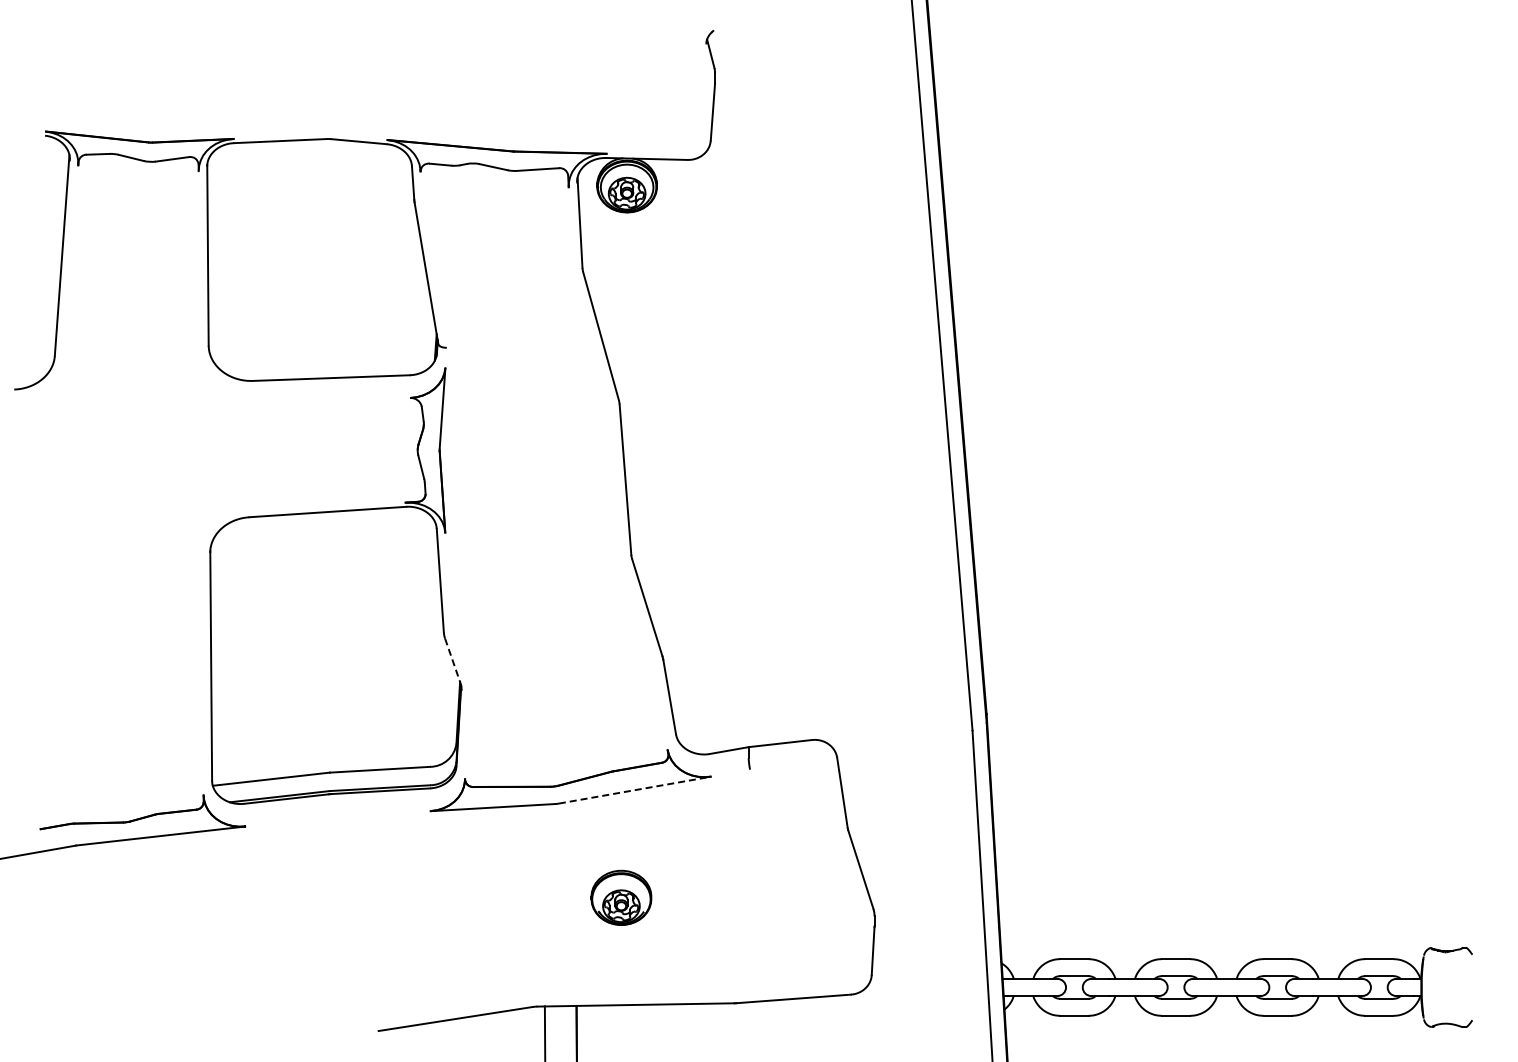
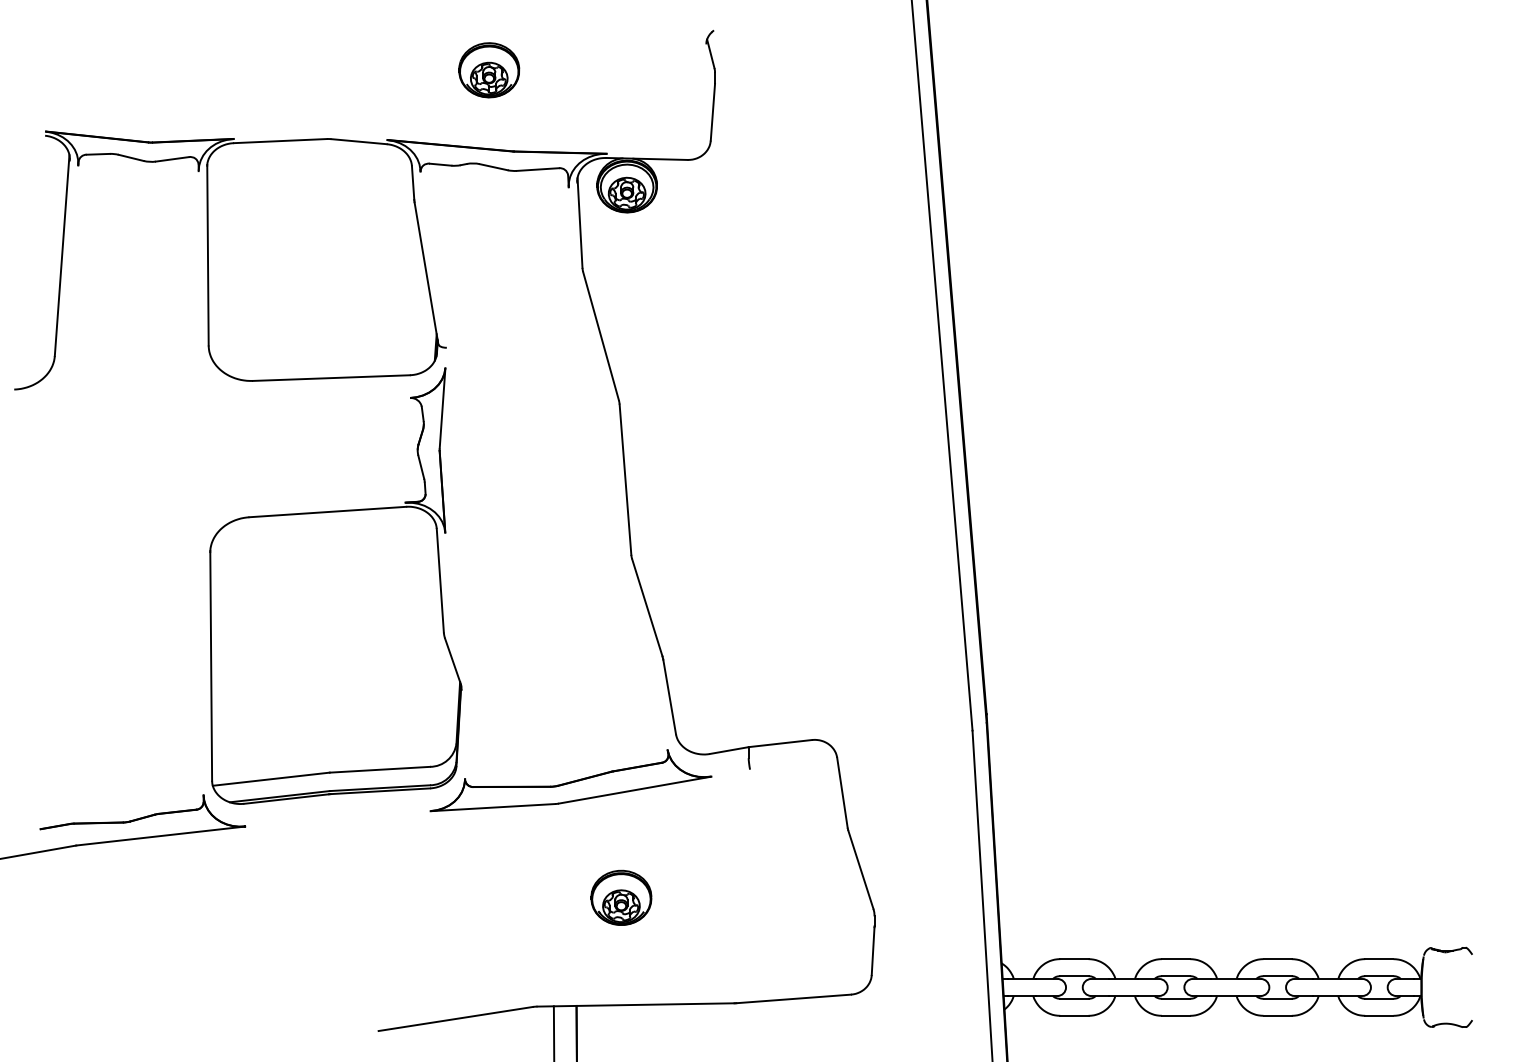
part at (489, 70): none -> present
line at (452, 661): dashed -> solid
line at (635, 790): dashed -> solid
line at (544, 1032) position: (544, 1032) -> (553, 1032)
